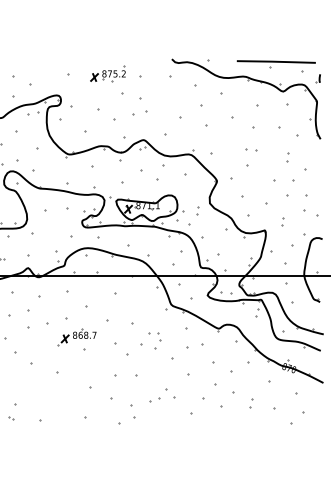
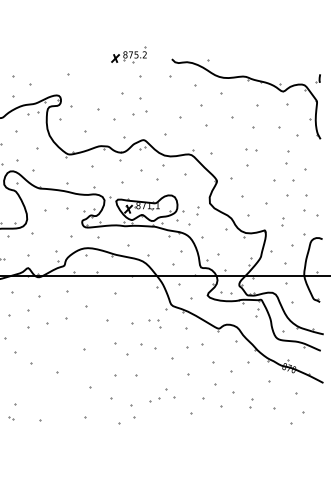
part at (275, 66): present -> none
part at (107, 73) position: (107, 73) -> (128, 54)
part at (287, 157) size: 4x11 px -> 5x15 px
part at (154, 336) position: (154, 336) -> (154, 323)
part at (76, 337): present -> none
